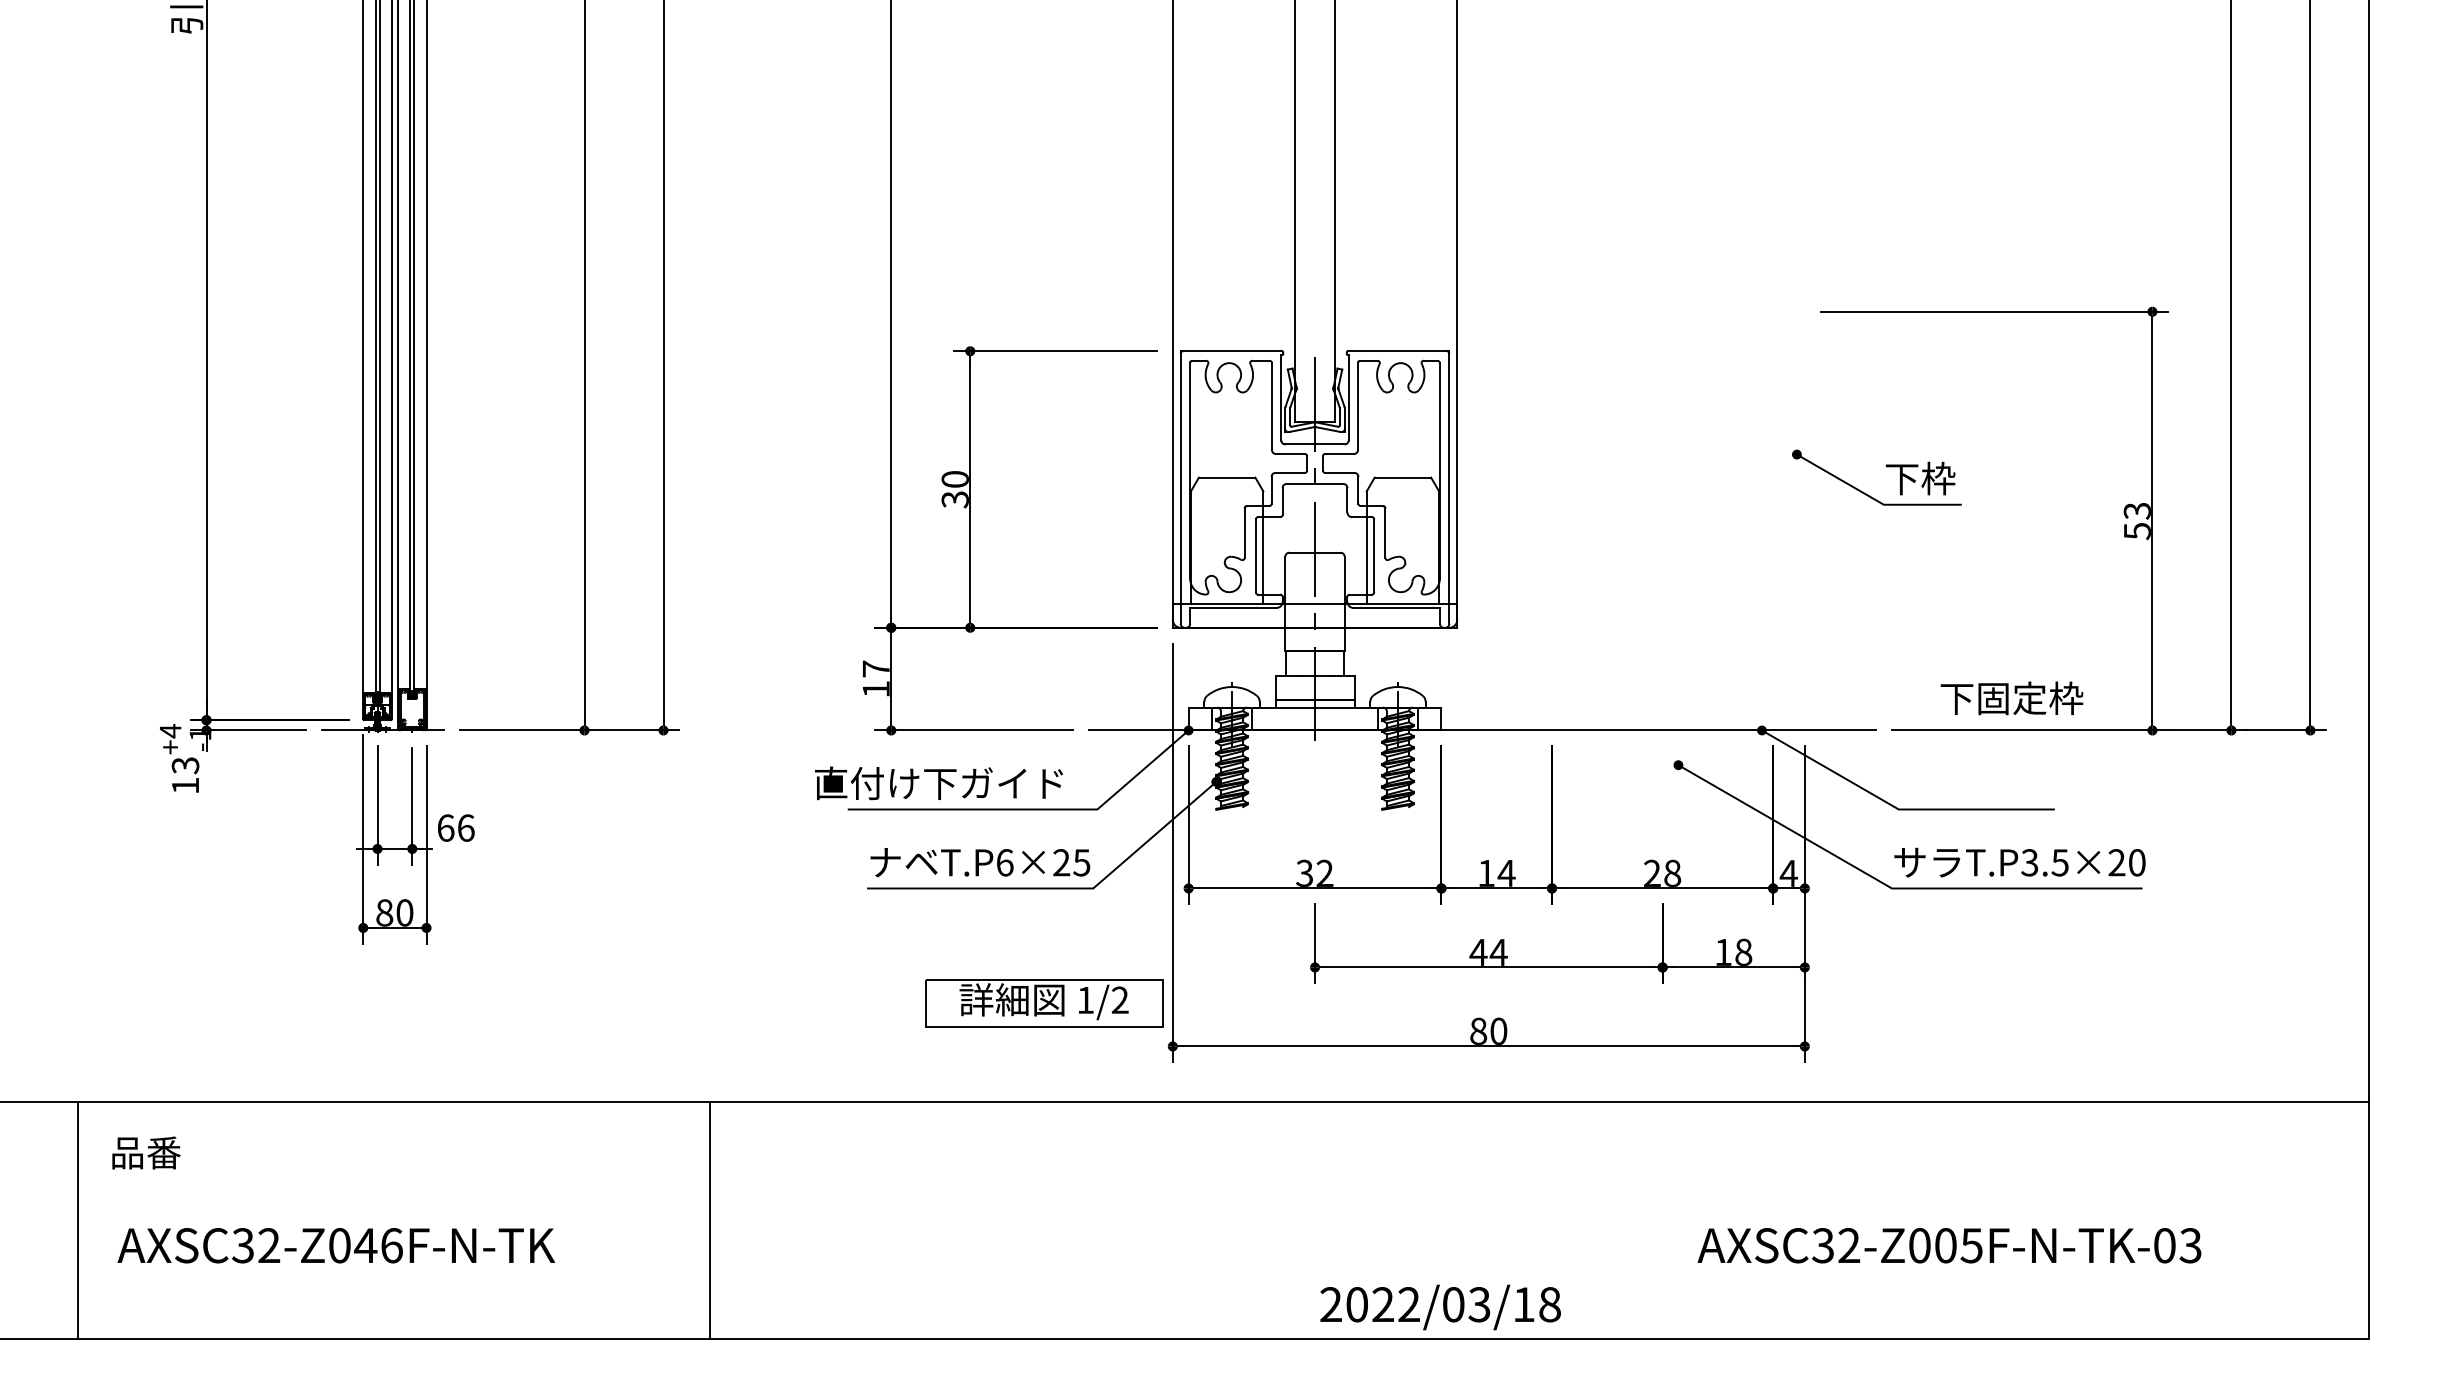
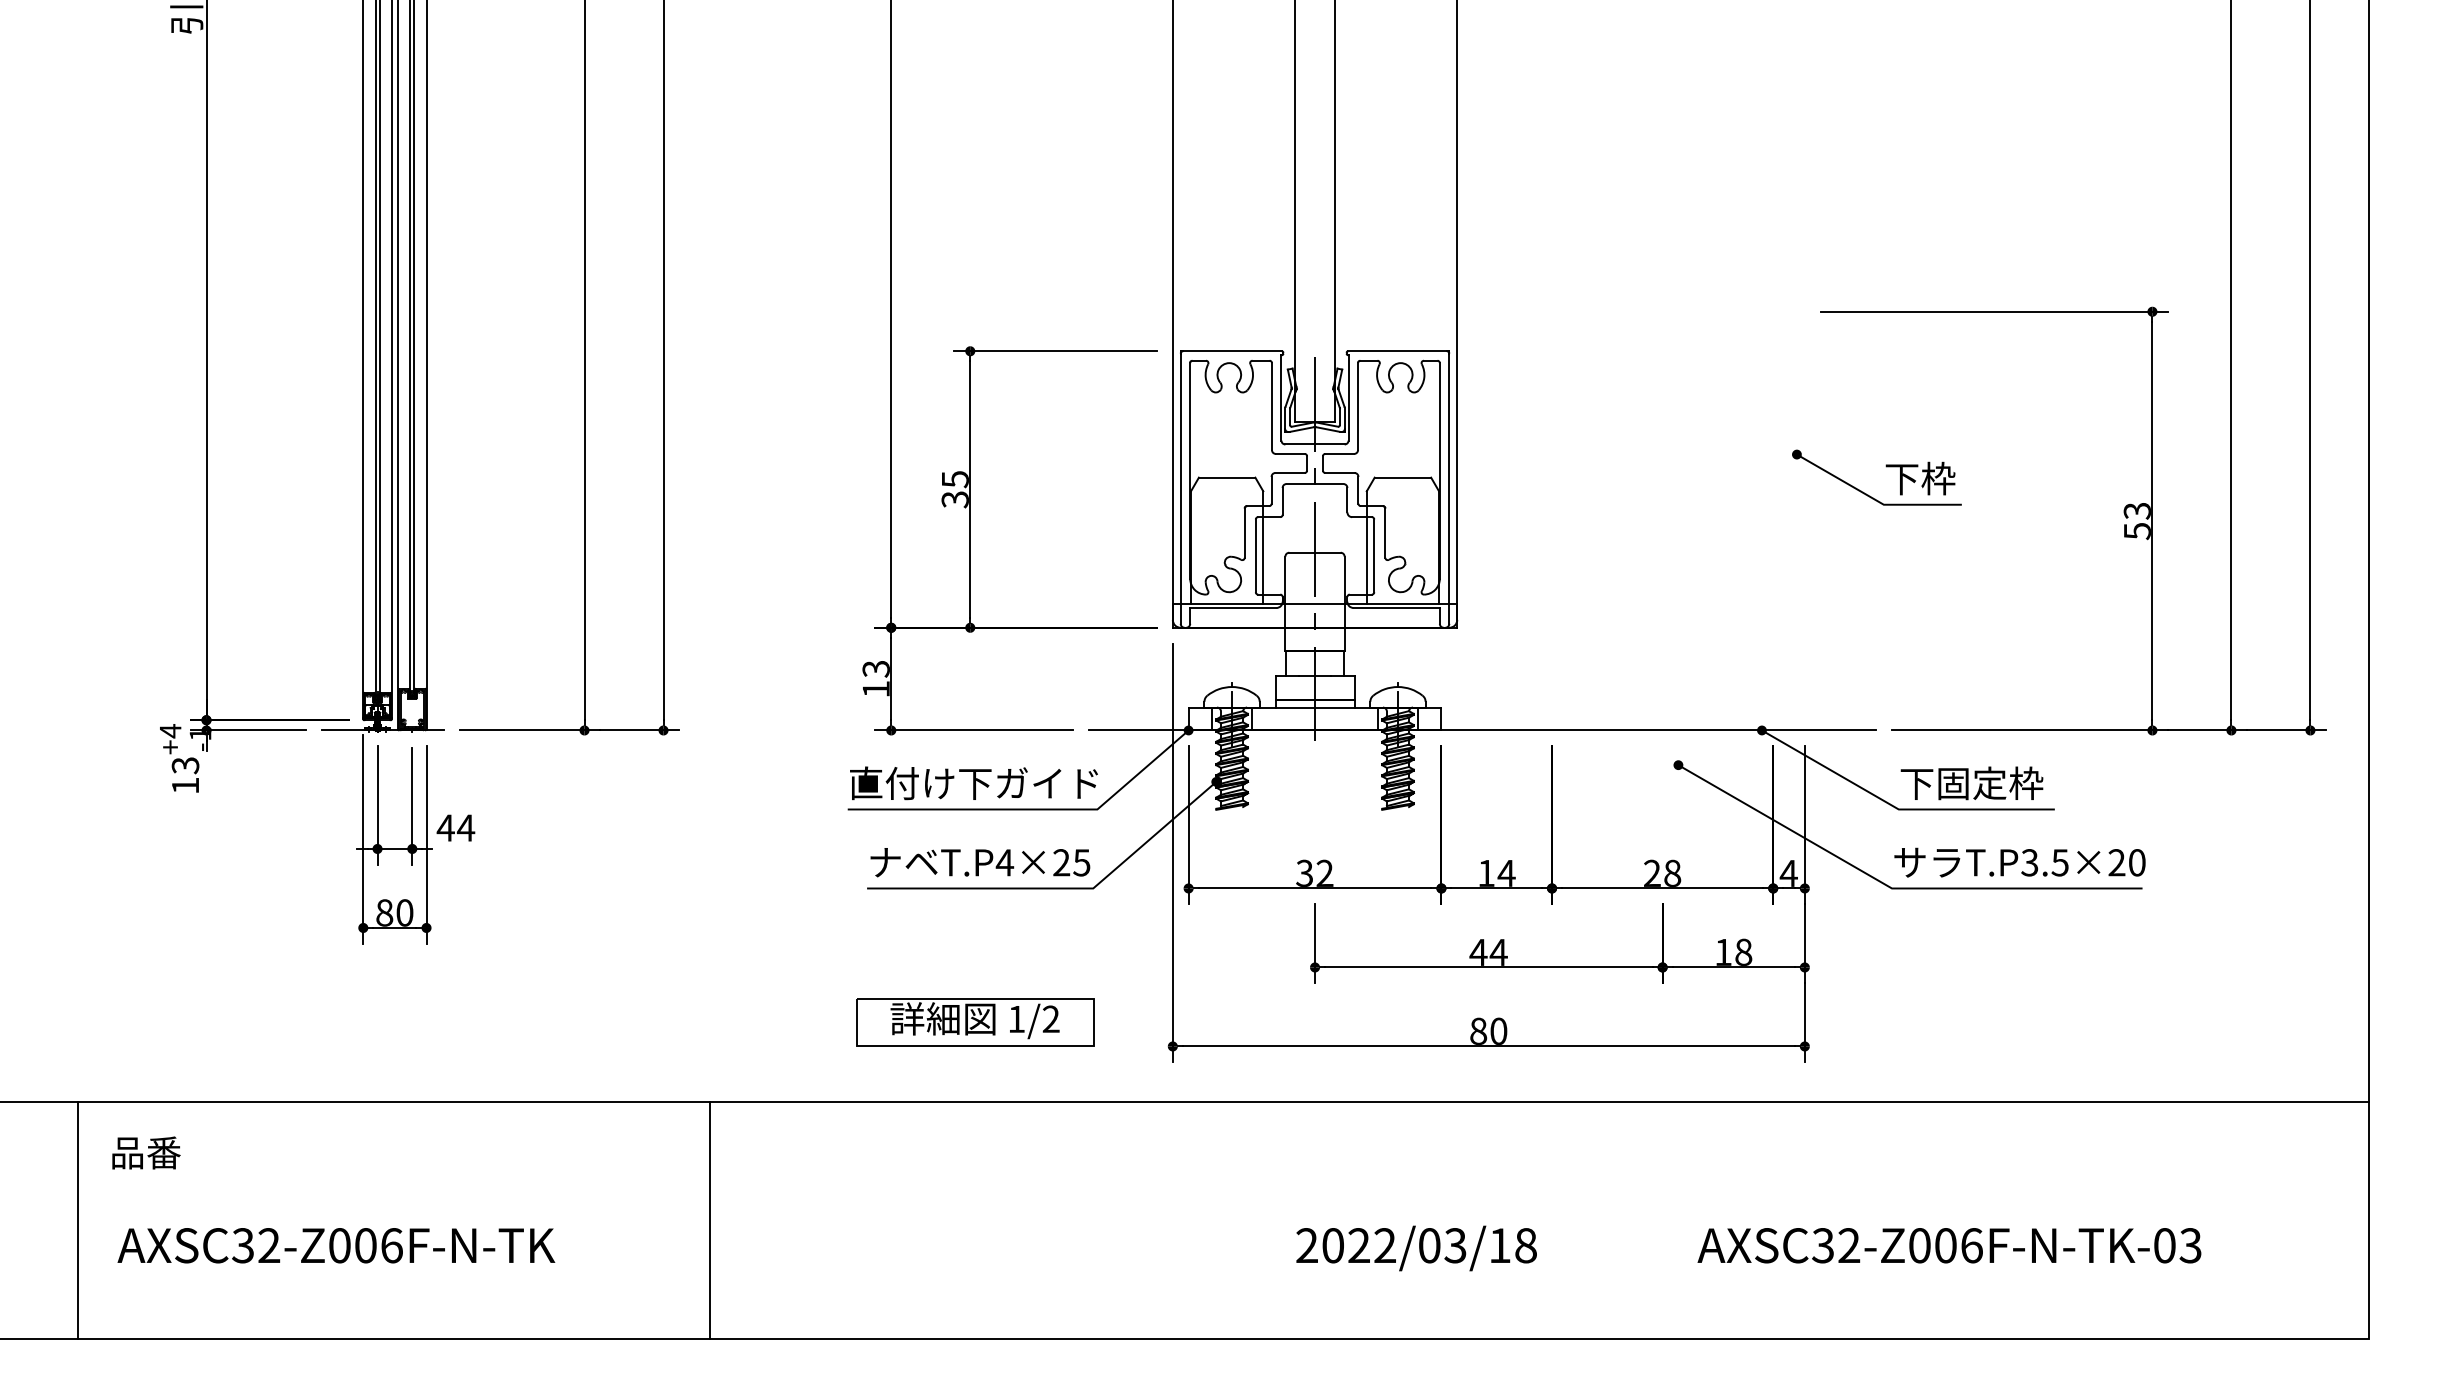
text at (954, 479): 30 -> 35
text at (875, 668): 17 -> 13
text at (2011, 698) position: (2011, 698) -> (1971, 783)
text at (938, 783) position: (938, 783) -> (973, 783)
text at (455, 827): 66 -> 44
text at (1004, 862): T.P6×25 -> T.P4×25
part at (1044, 1003) position: (1044, 1003) -> (975, 1022)
text at (365, 1245): AXSC32-Z046F-N-TK -> AXSC32-Z006F-N-TK
text at (1971, 1245): AXSC32-Z005F-N-TK-03 -> AXSC32-Z006F-N-TK-03
text at (1440, 1307) position: (1440, 1307) -> (1416, 1248)
